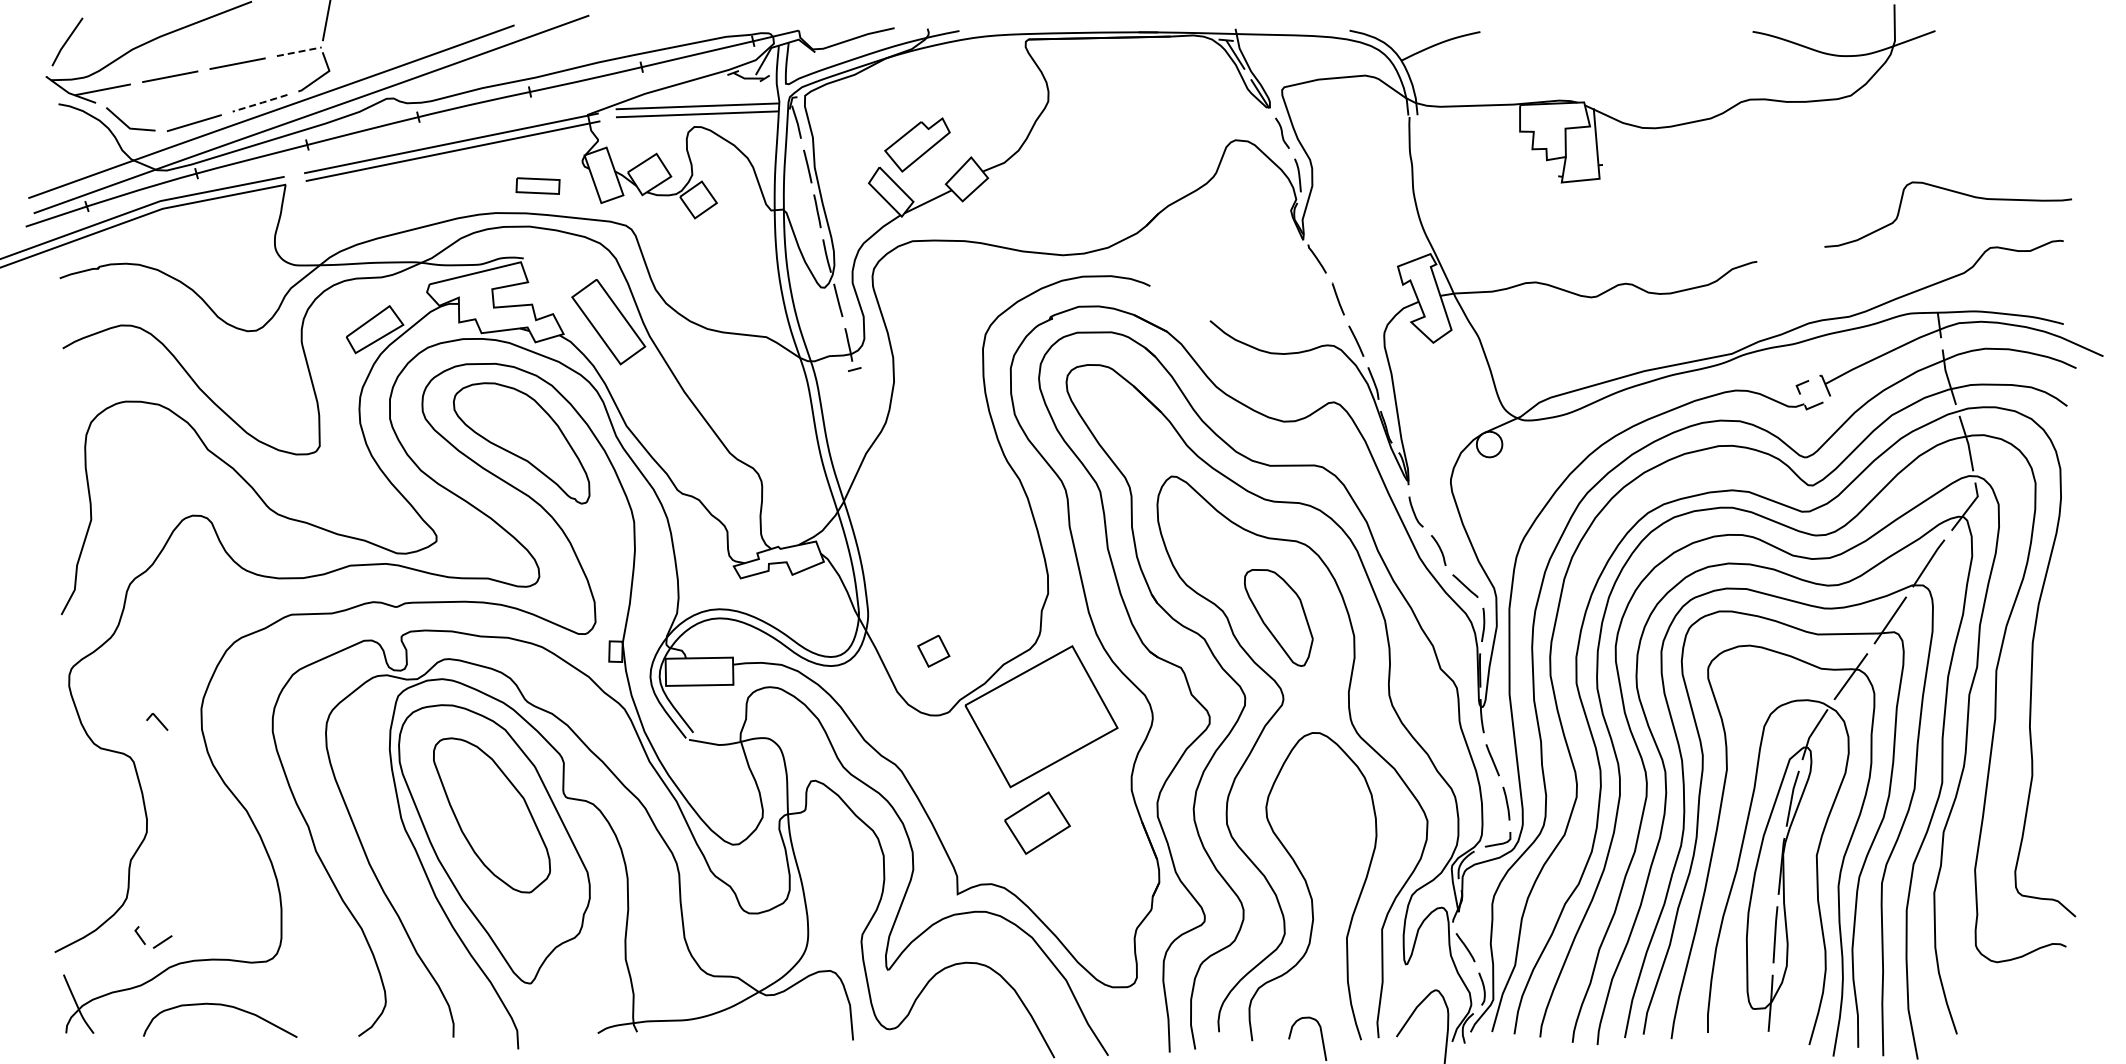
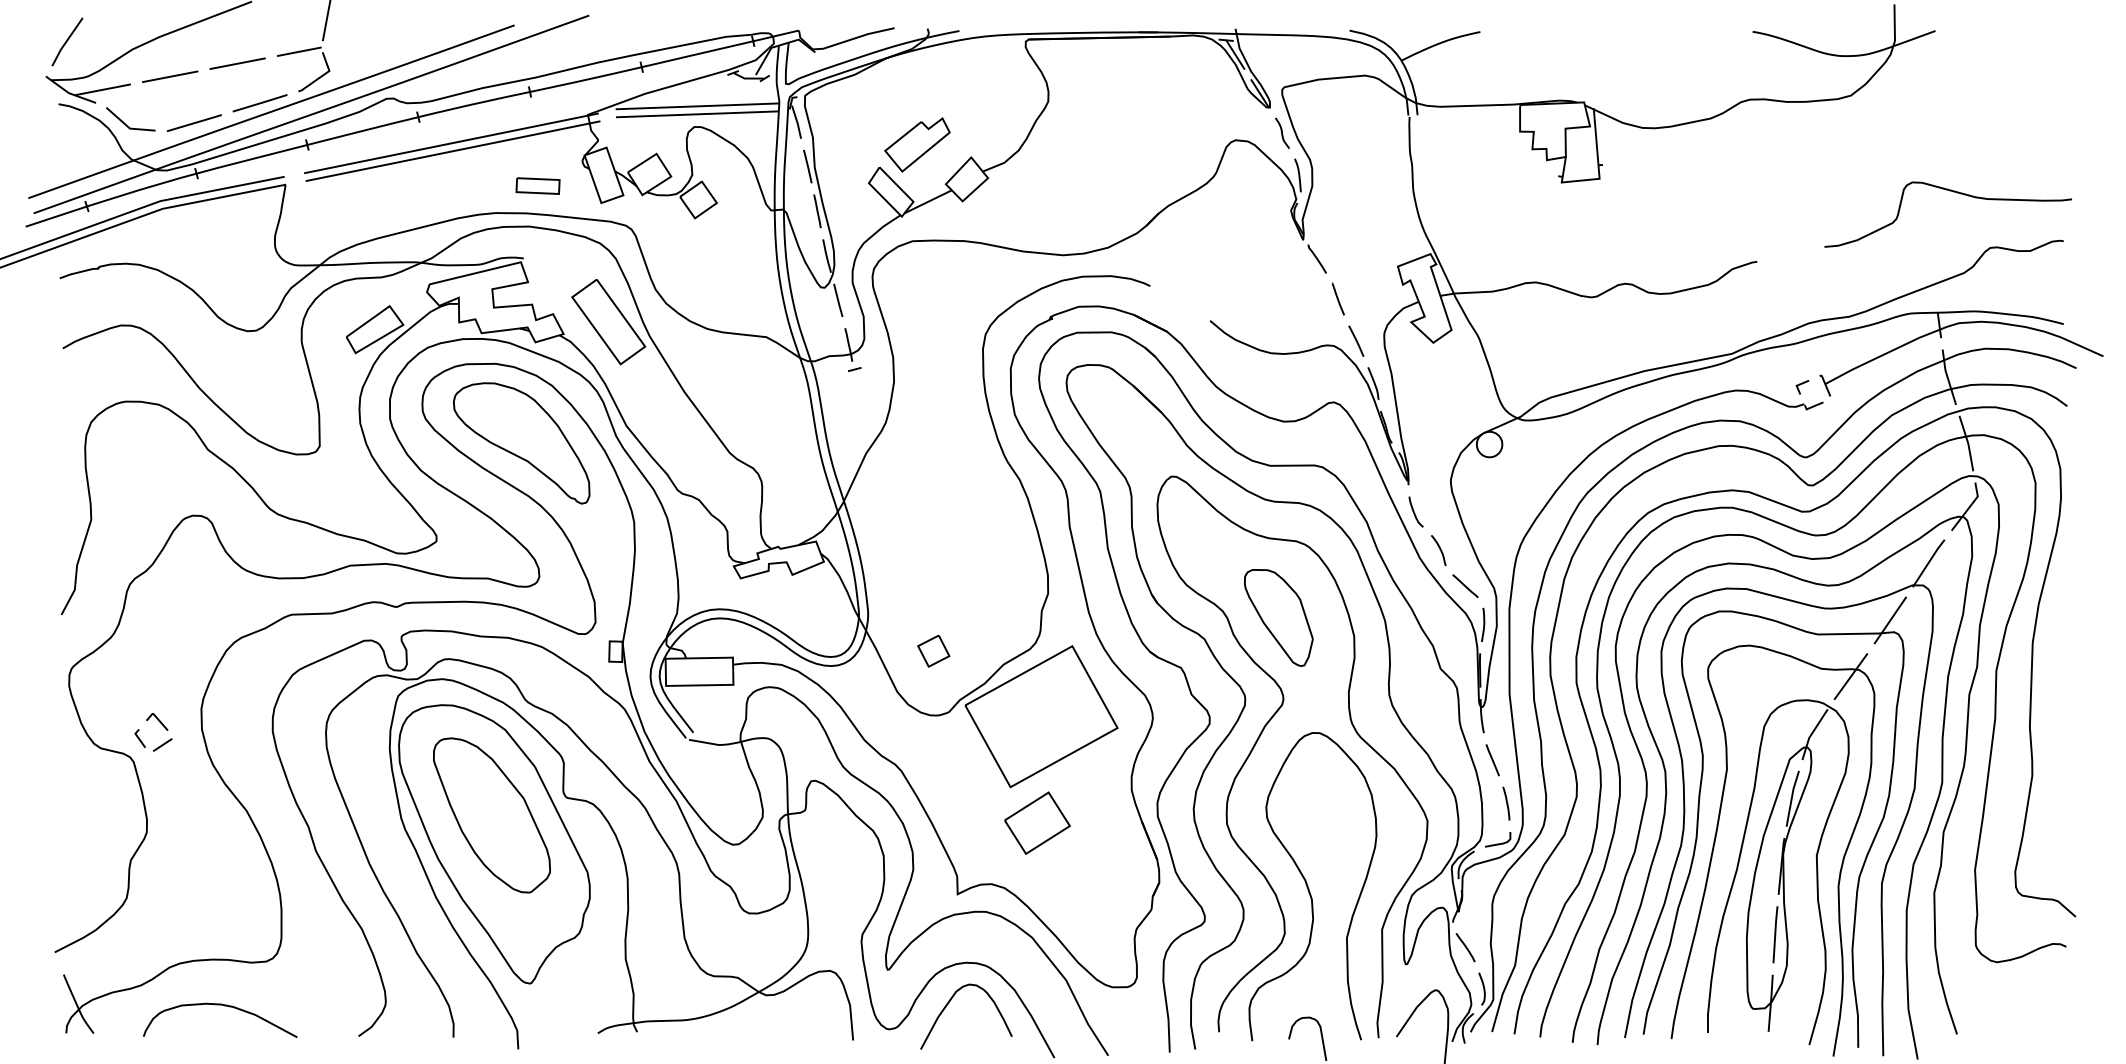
line at (299, 51): dashed -> solid
line at (260, 103): dashed -> solid
part at (158, 943) position: (158, 943) -> (158, 746)
curve at (948, 1004): none -> present
